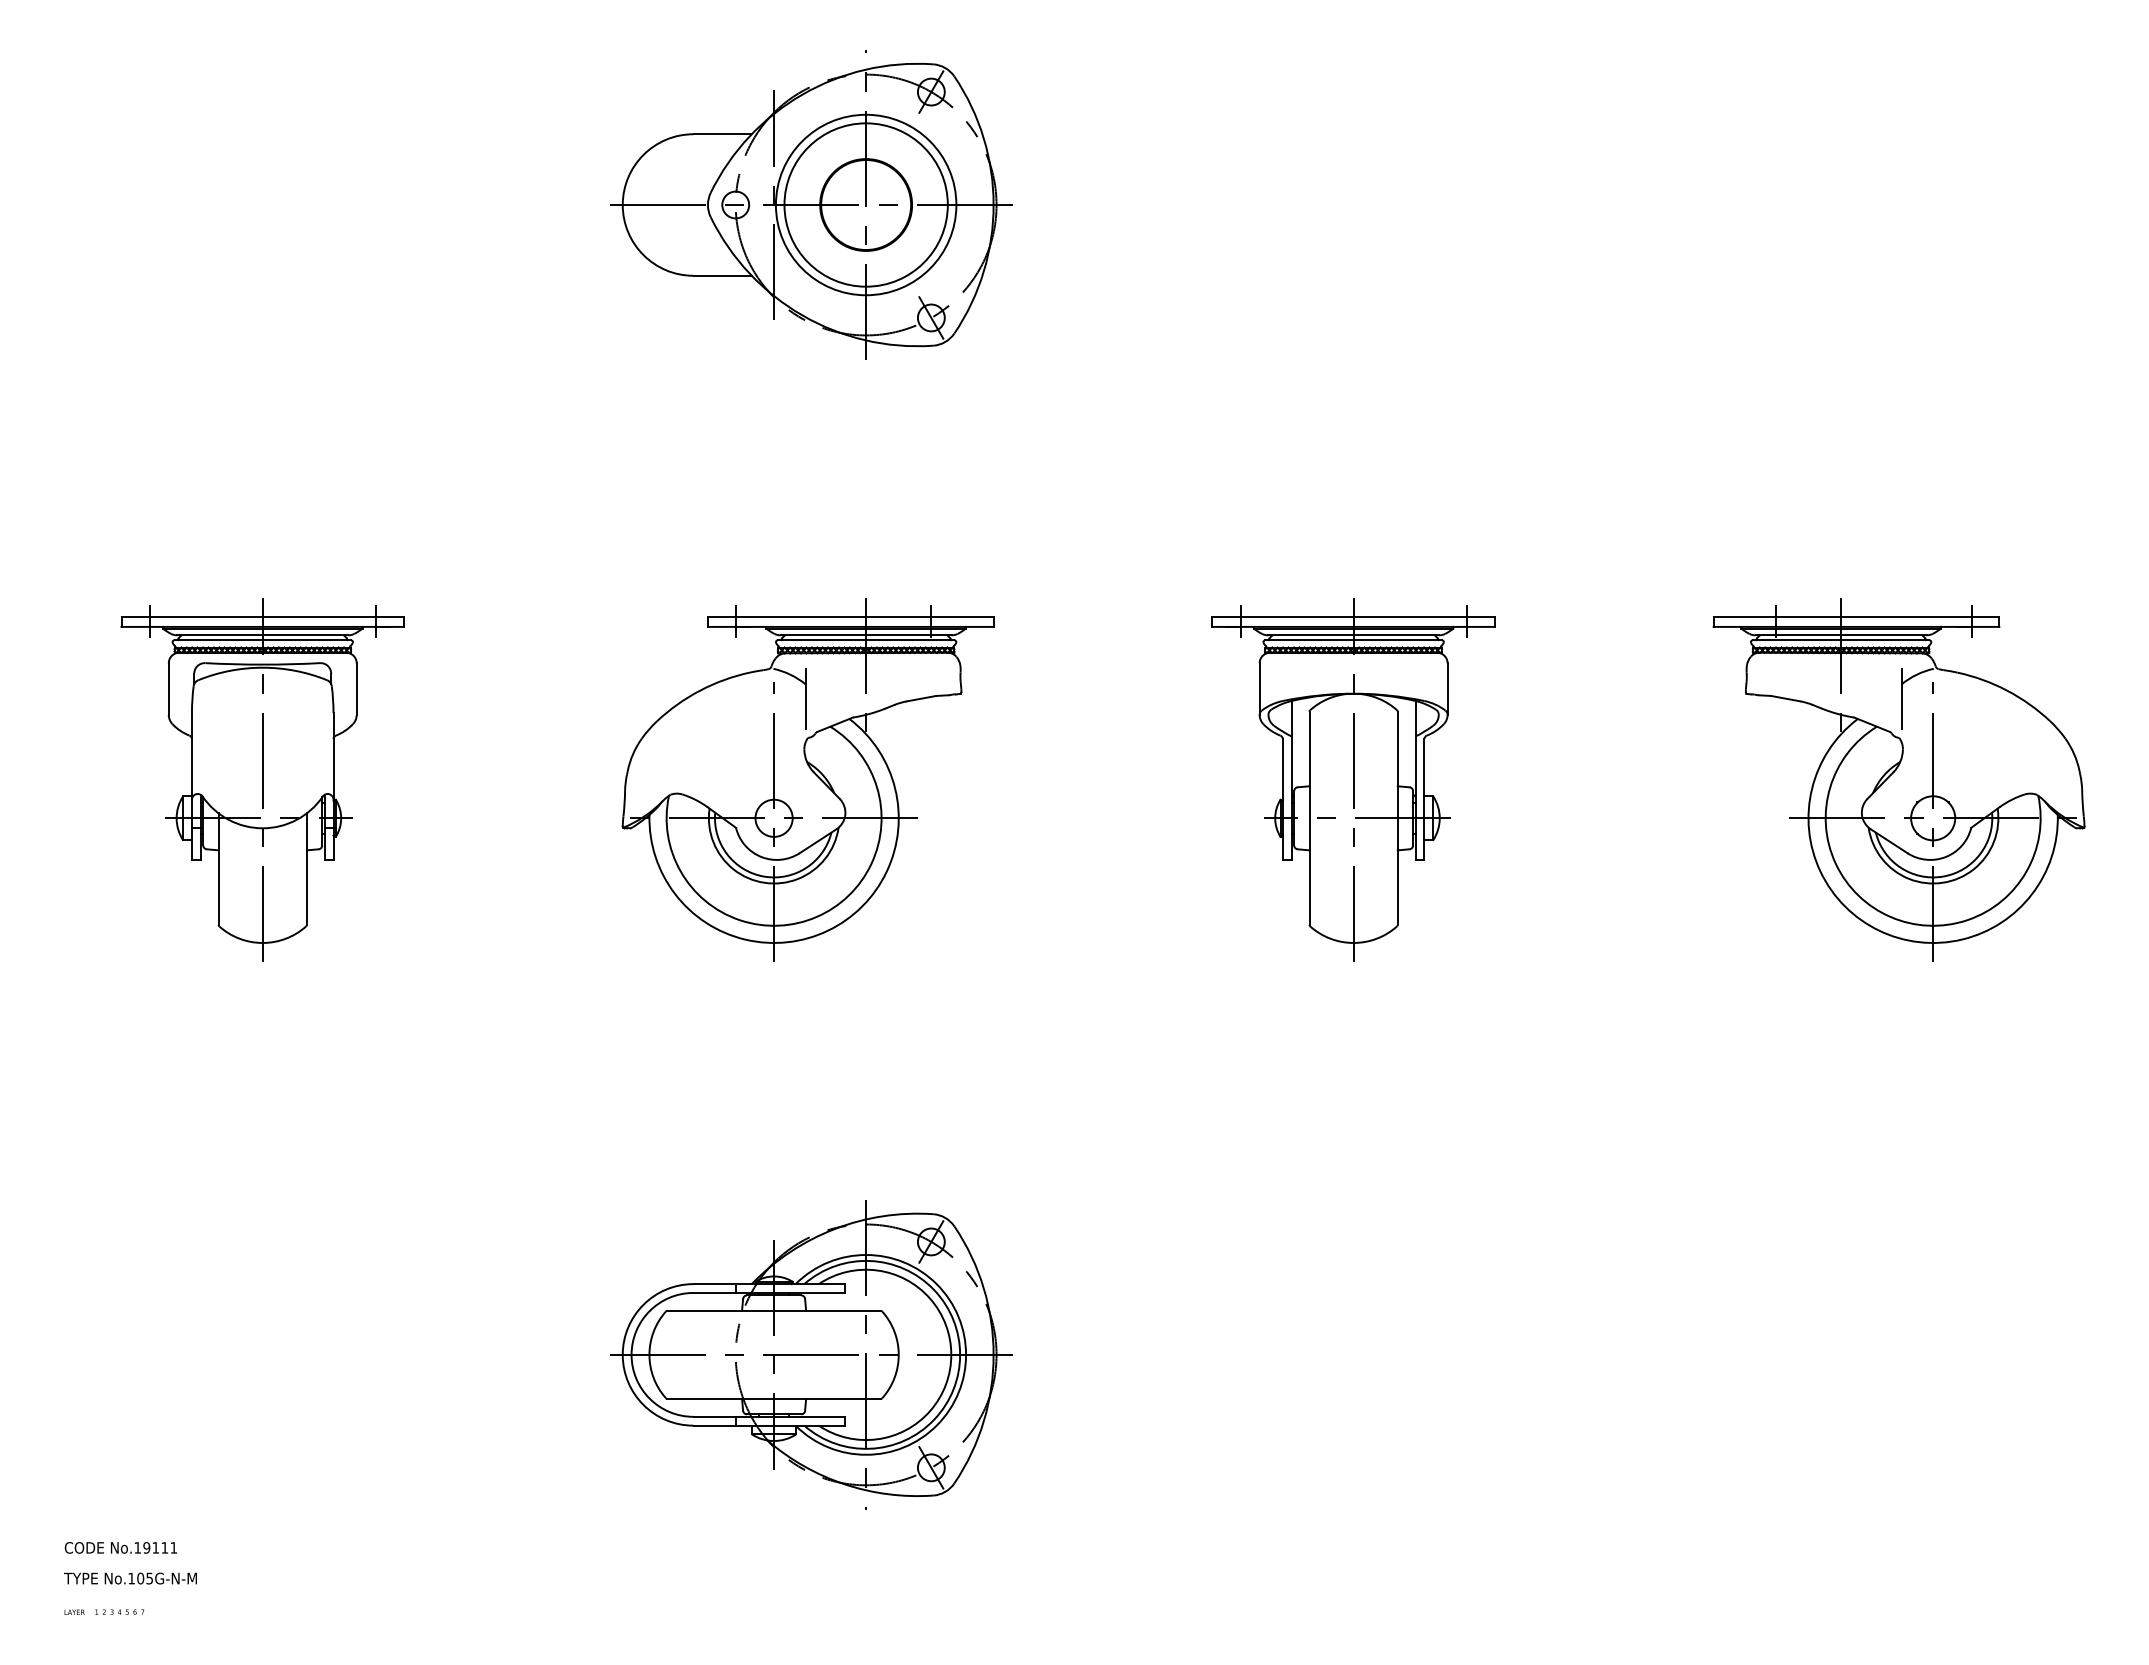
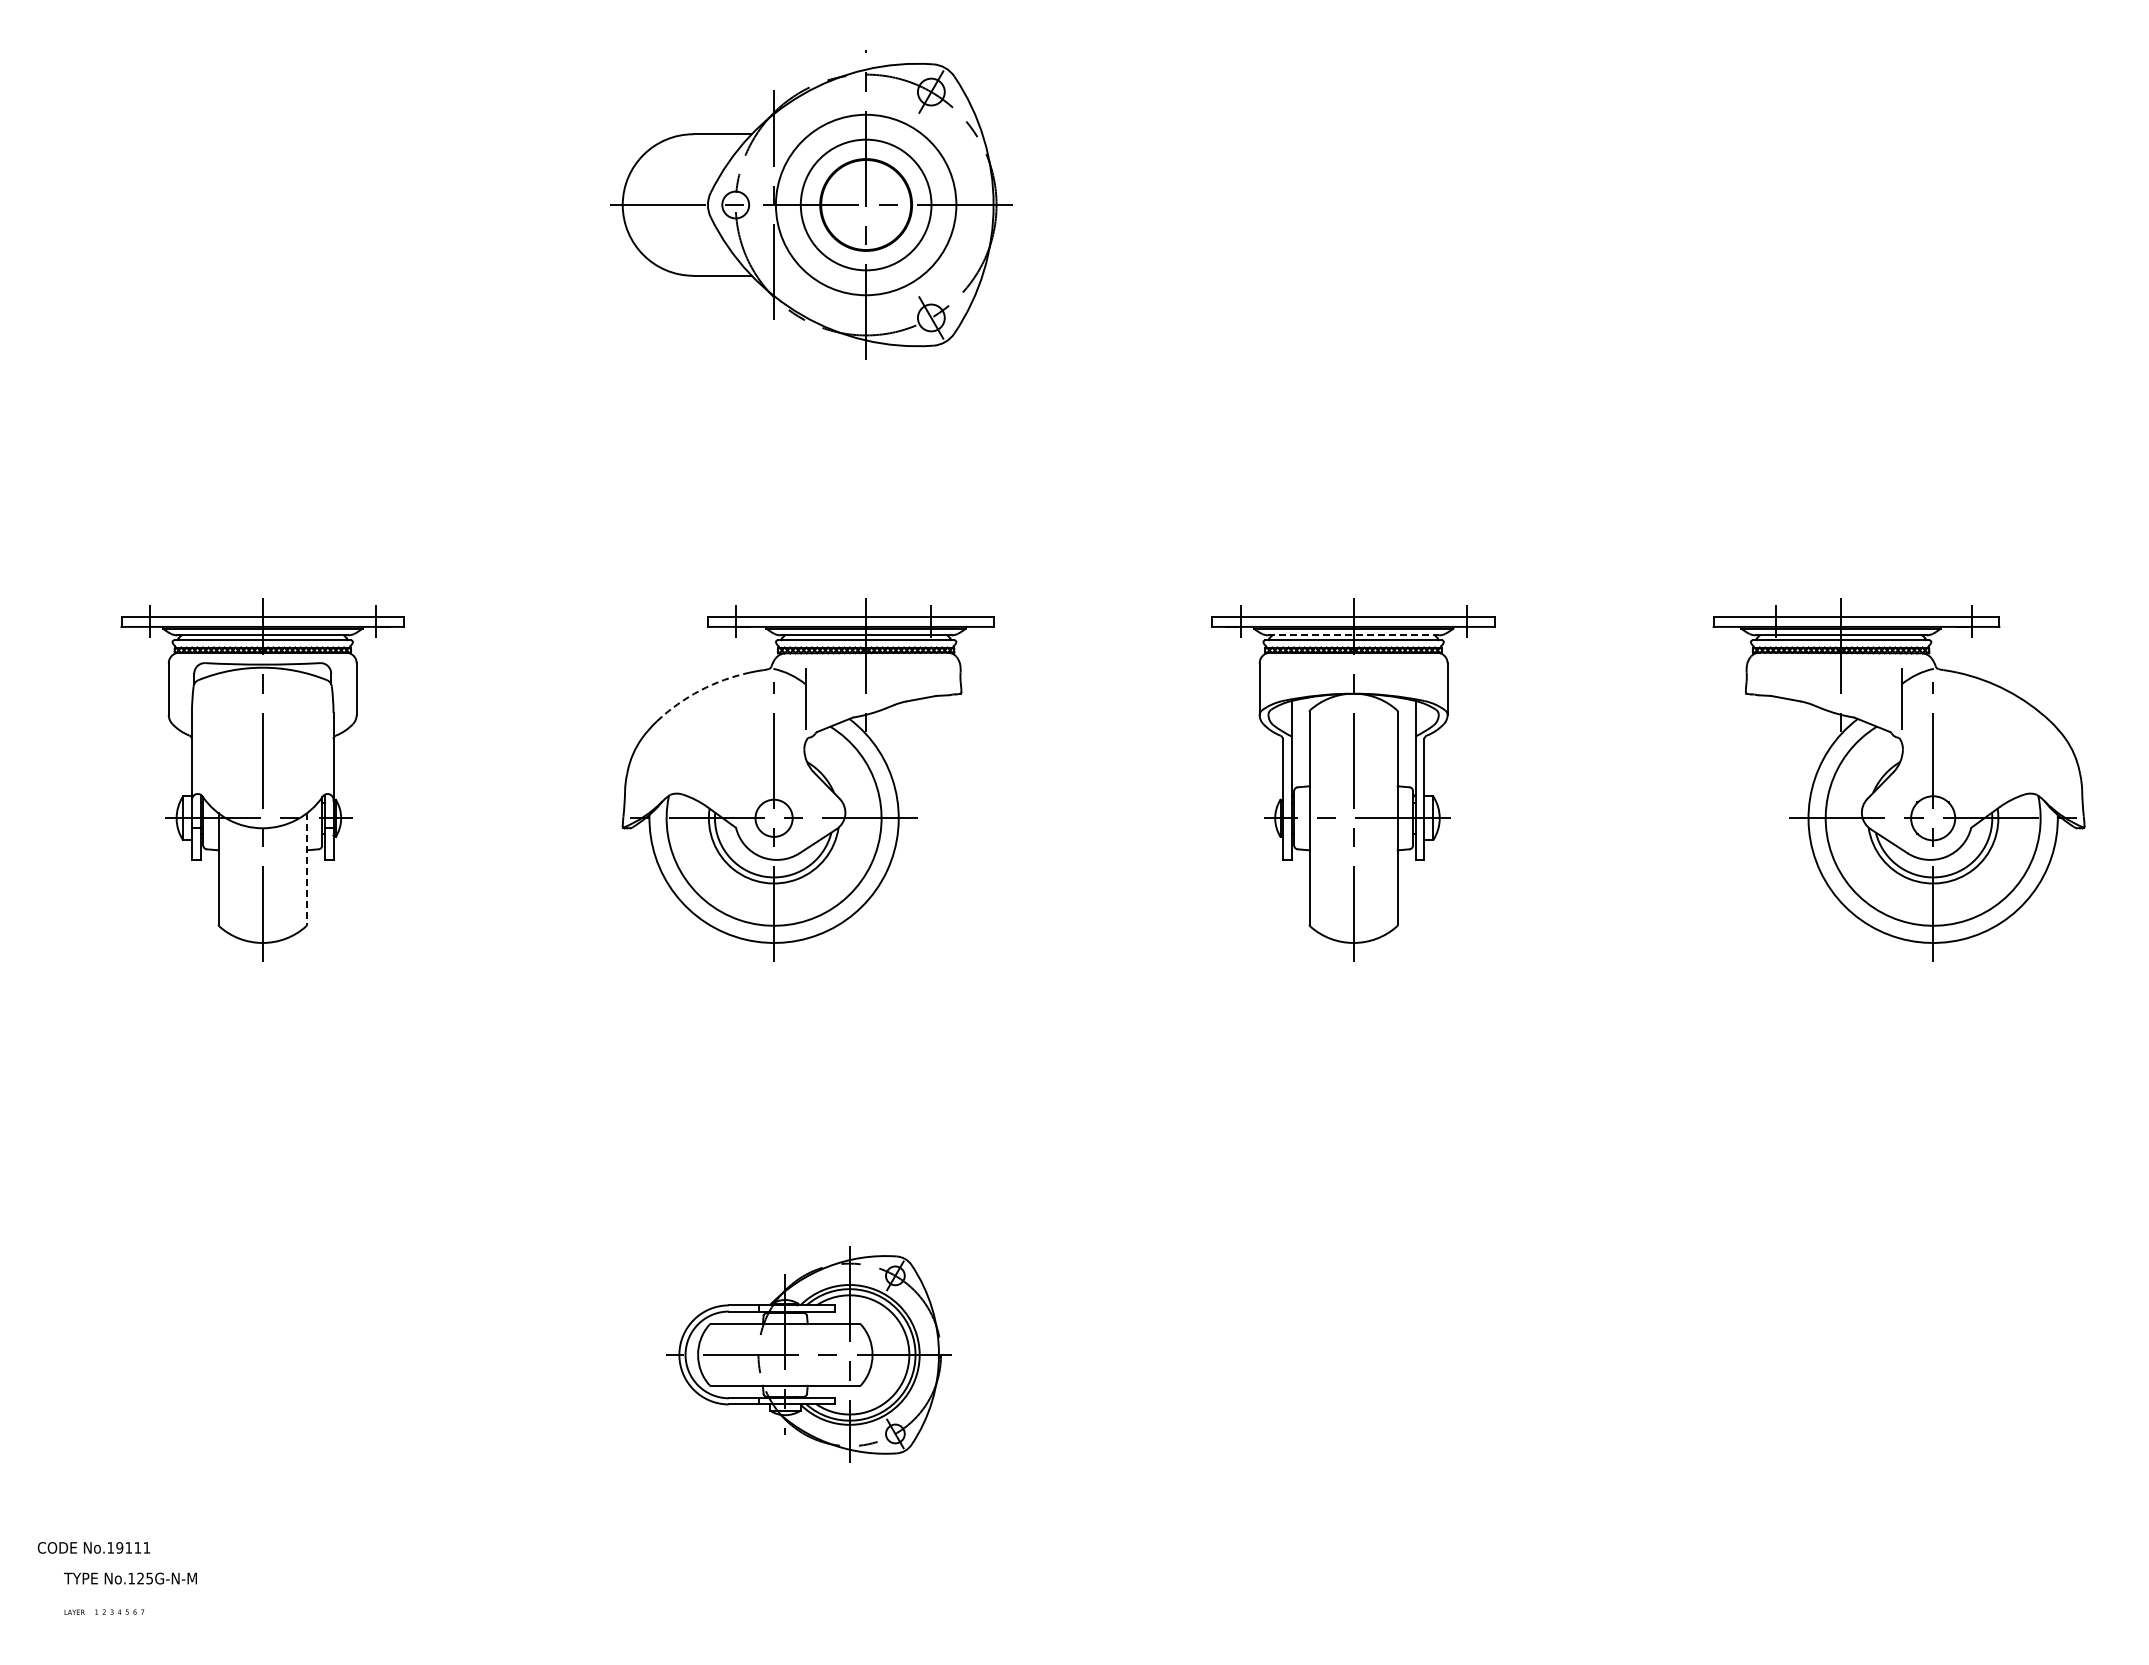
circle at (865, 204) diameter: 163 px -> 131 px
line at (1354, 635): solid -> dashed
arc at (700, 690): solid -> dashed
line at (306, 869): solid -> dashed
part at (811, 1354) size: 403x310 px -> 286x217 px
text at (120, 1547) position: (120, 1547) -> (93, 1547)
text at (140, 1578): No.105G-N-M -> No.125G-N-M
